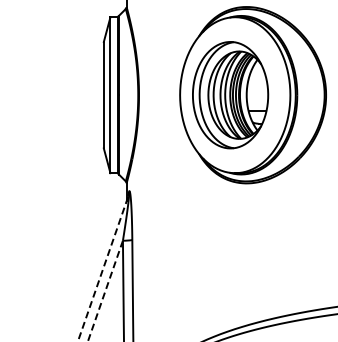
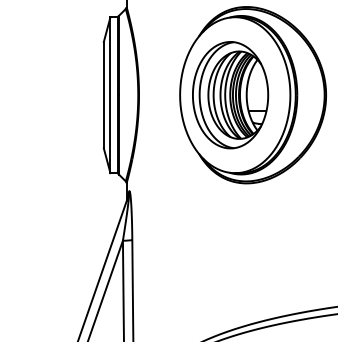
line at (103, 267): dashed -> solid
line at (105, 291): dashed -> solid
